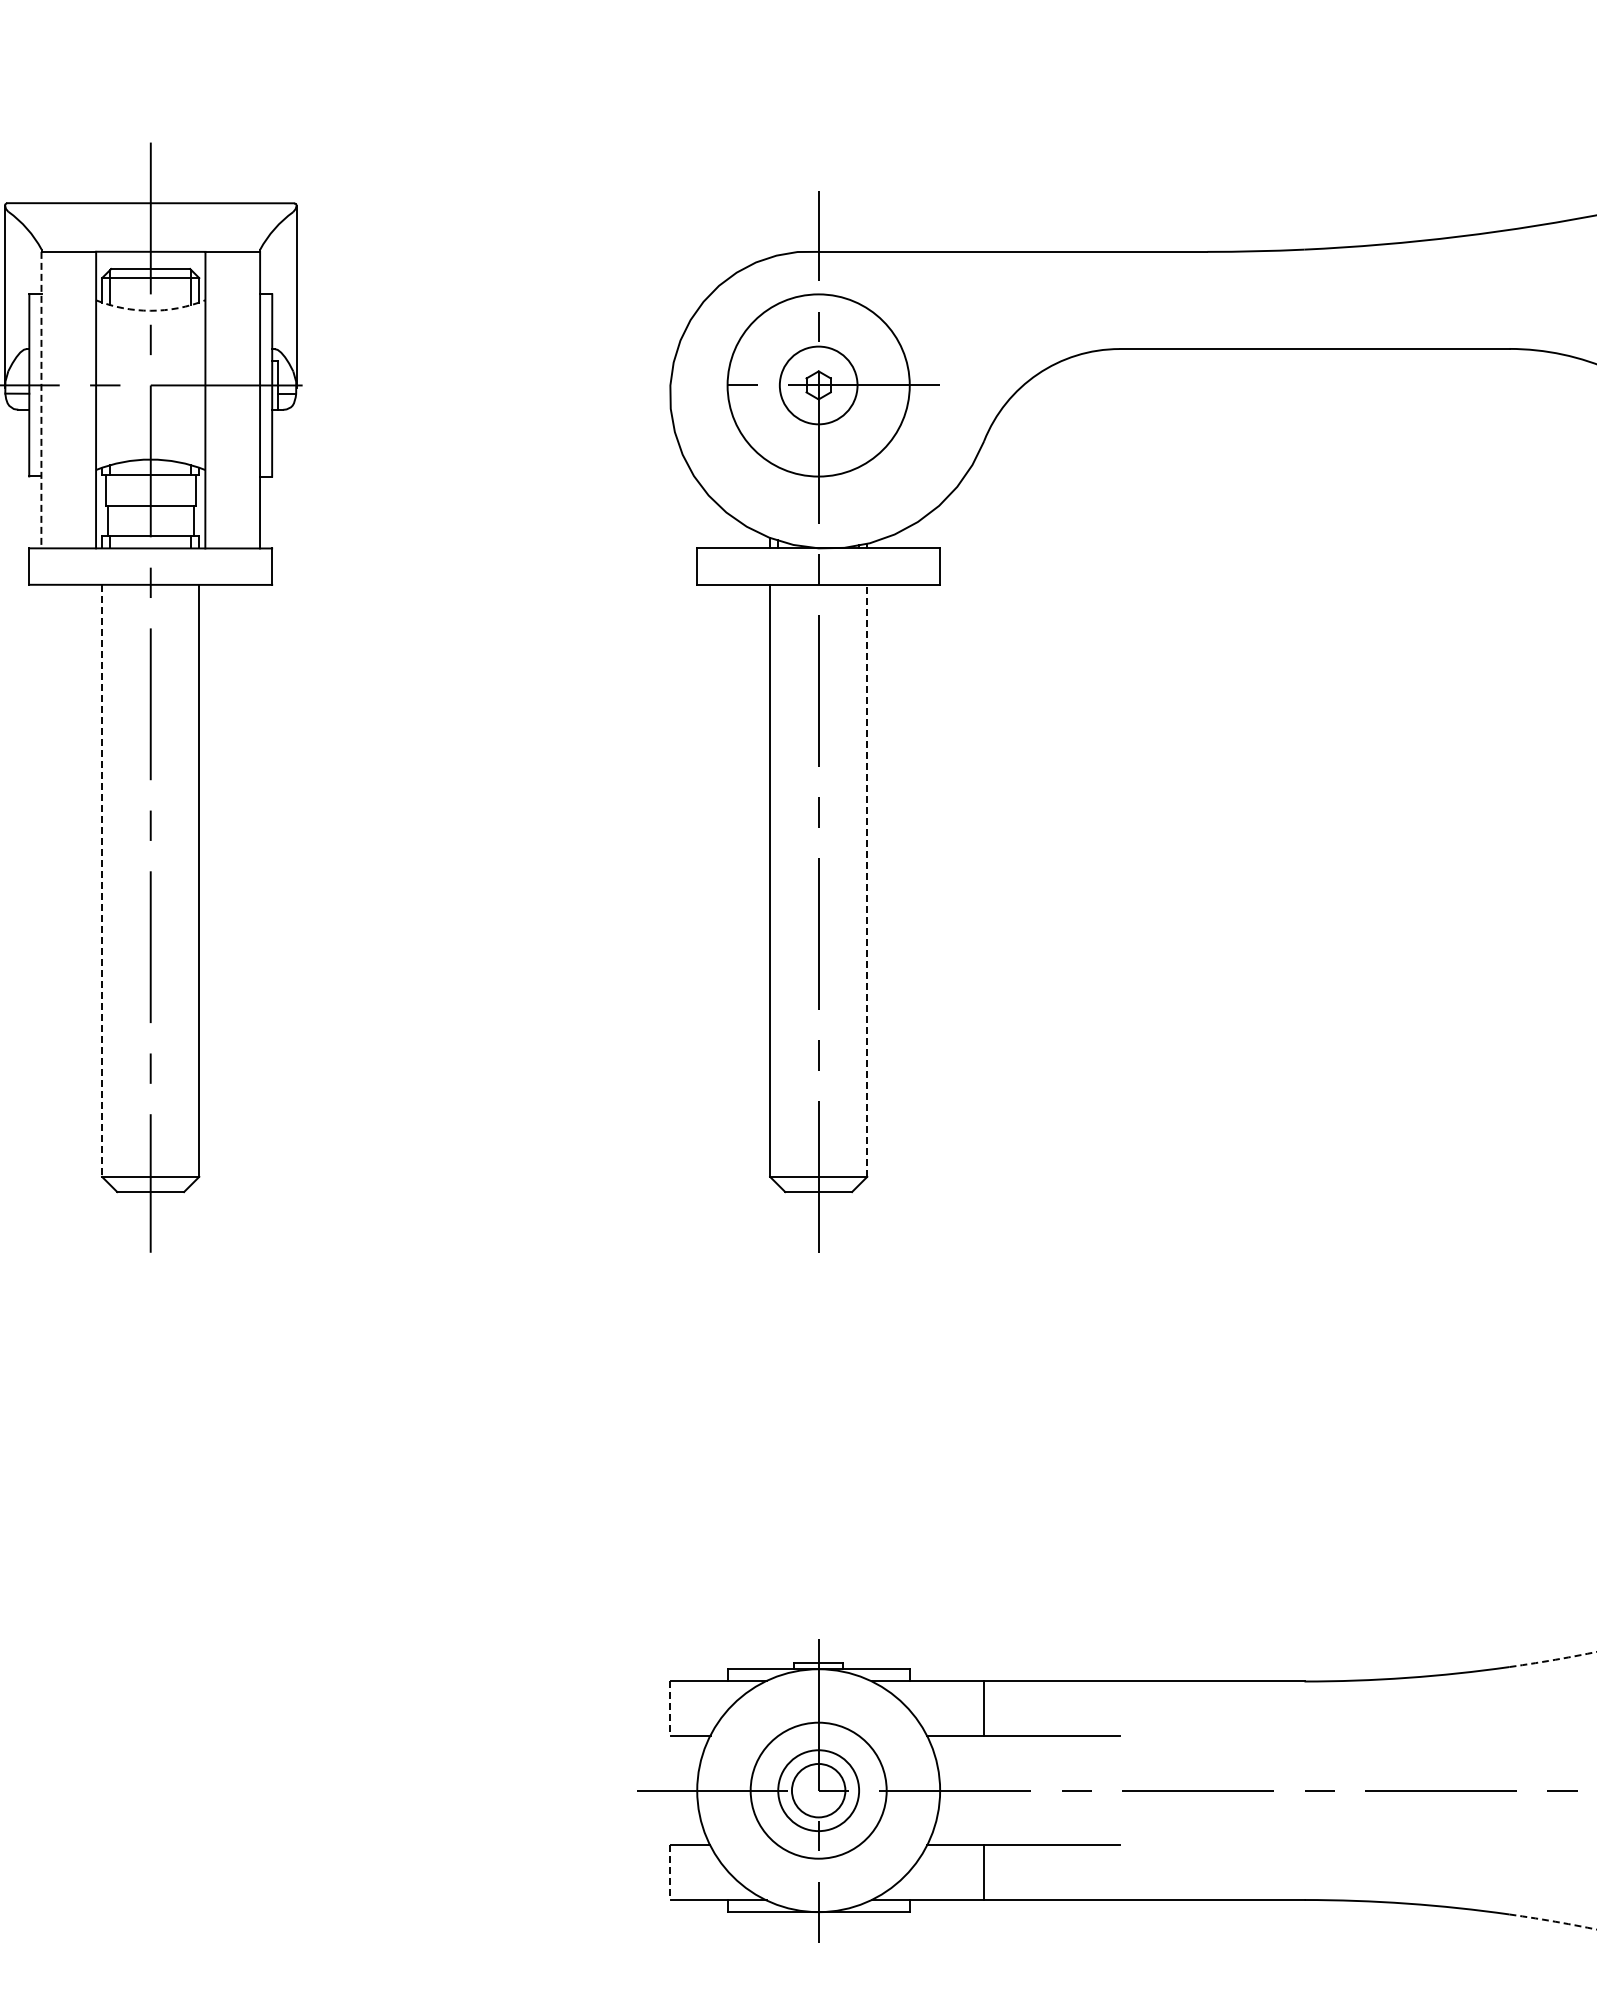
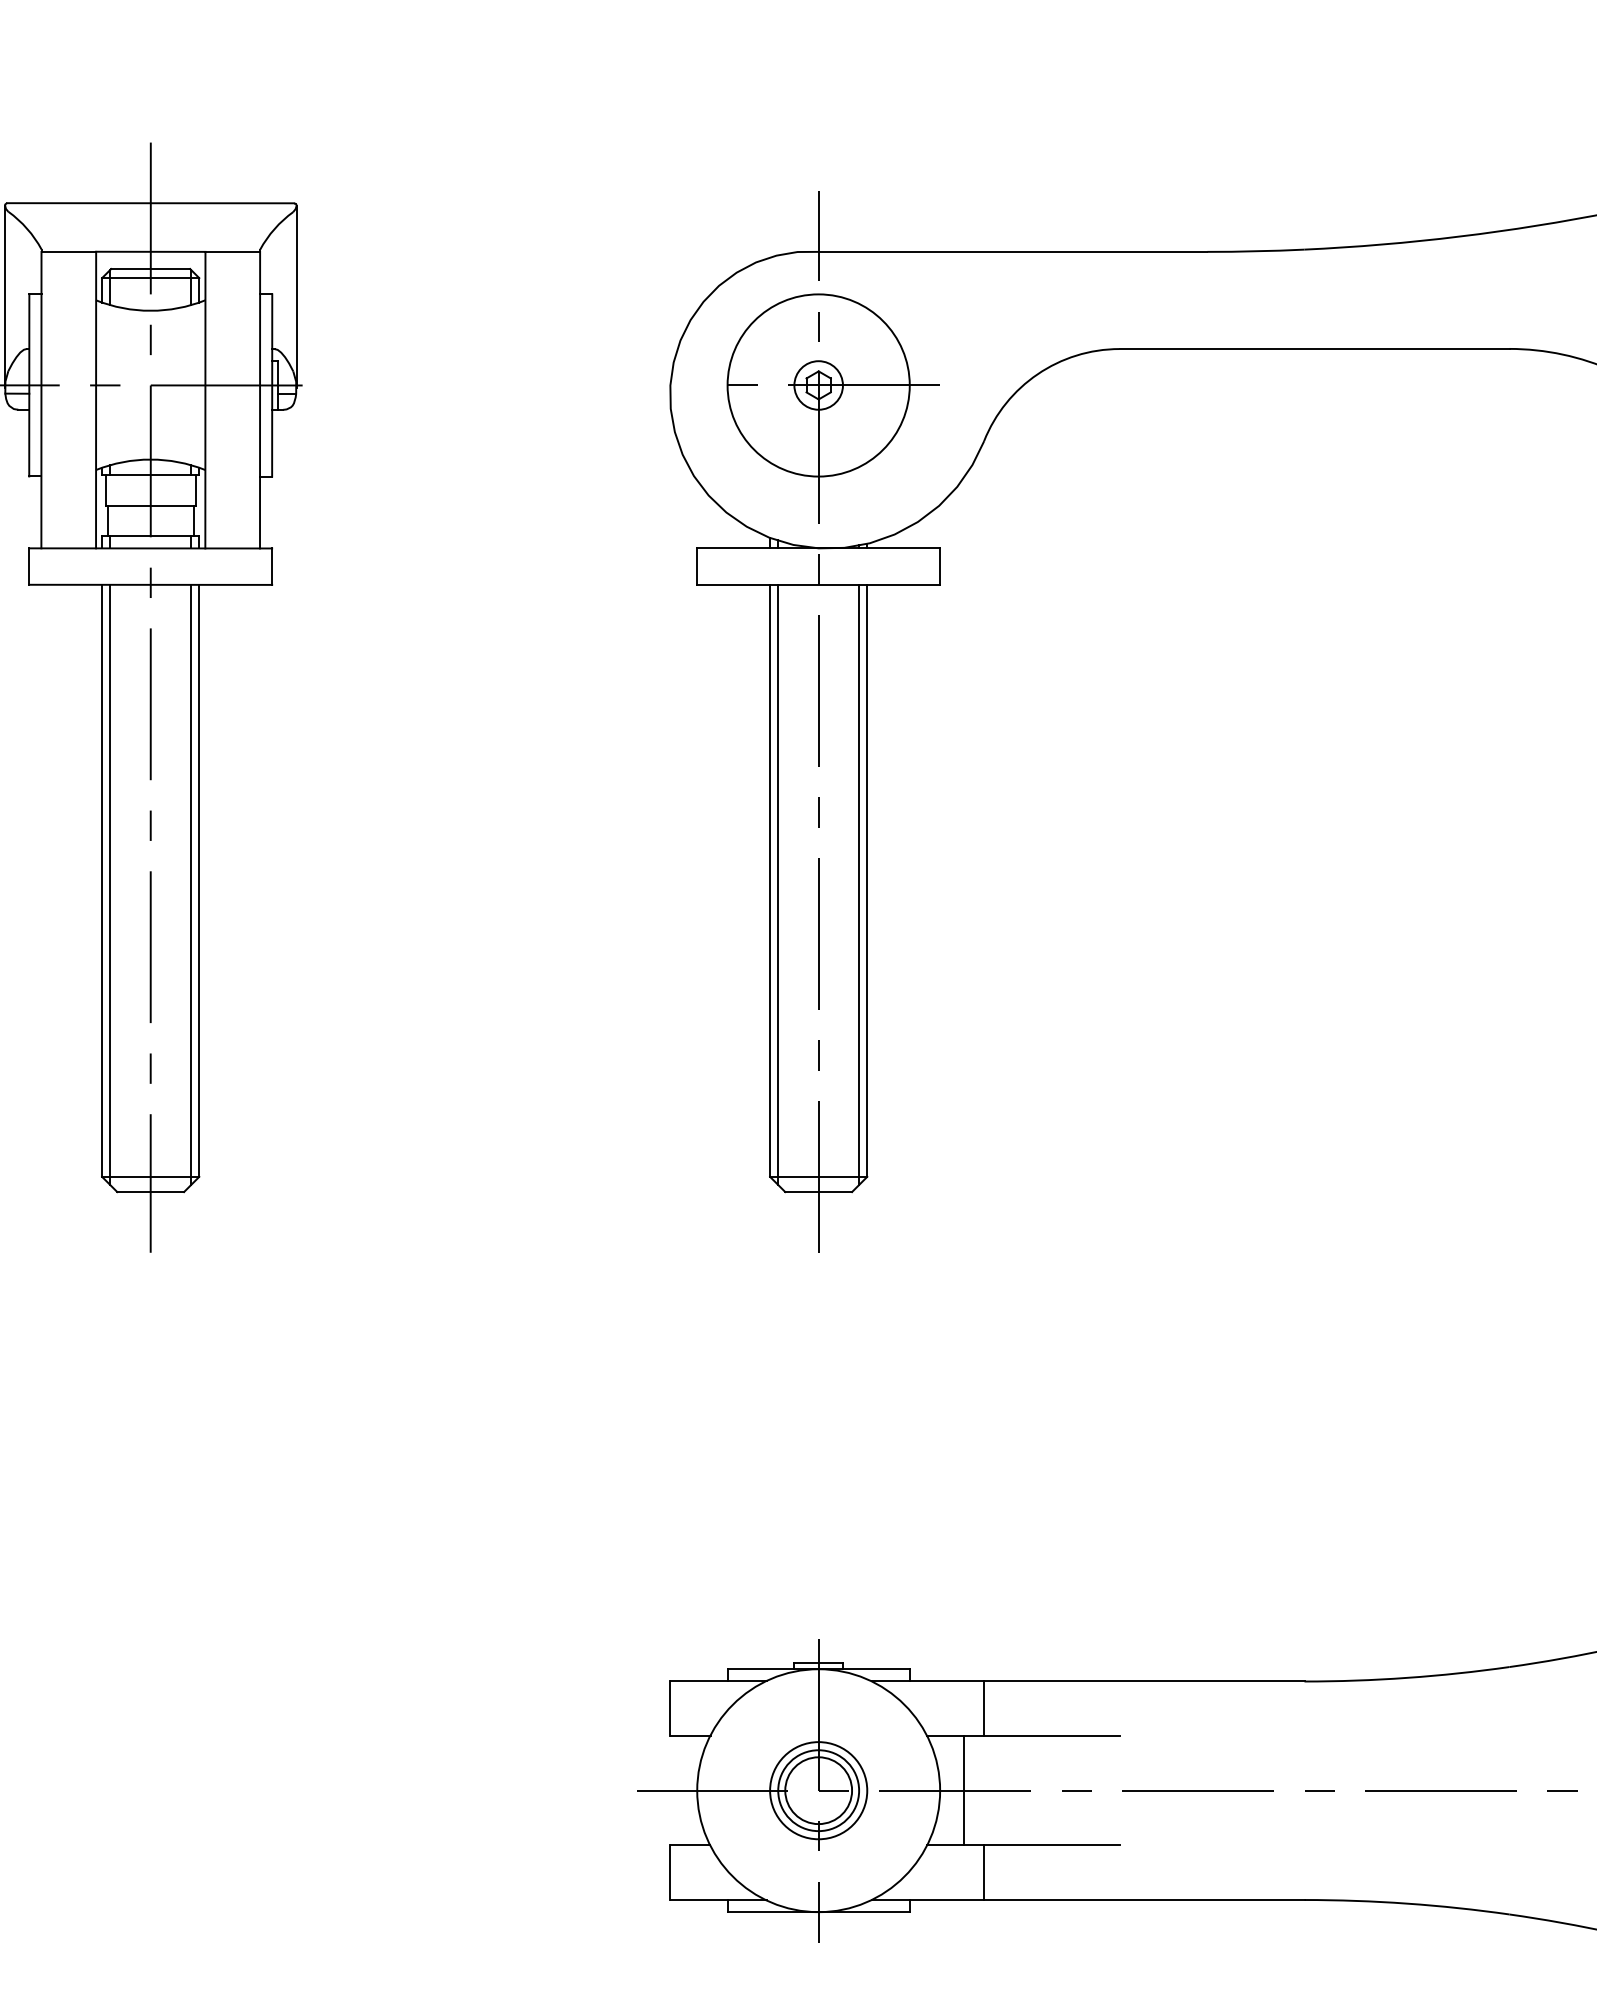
arc at (150, 310): dashed -> solid
circle at (818, 385) diameter: 78 px -> 49 px
line at (41, 400): dashed -> solid
line at (867, 880): dashed -> solid
line at (102, 881): dashed -> solid
line at (110, 884): none -> present
line at (191, 884): none -> present
line at (778, 884): none -> present
line at (859, 884): none -> present
arc at (1554, 1659): dashed -> solid
line at (670, 1709): dashed -> solid
circle at (818, 1790) diameter: 136 px -> 97 px
circle at (818, 1790) diameter: 53 px -> 67 px
line at (964, 1790): none -> present
line at (670, 1873): dashed -> solid
arc at (1553, 1921): dashed -> solid
